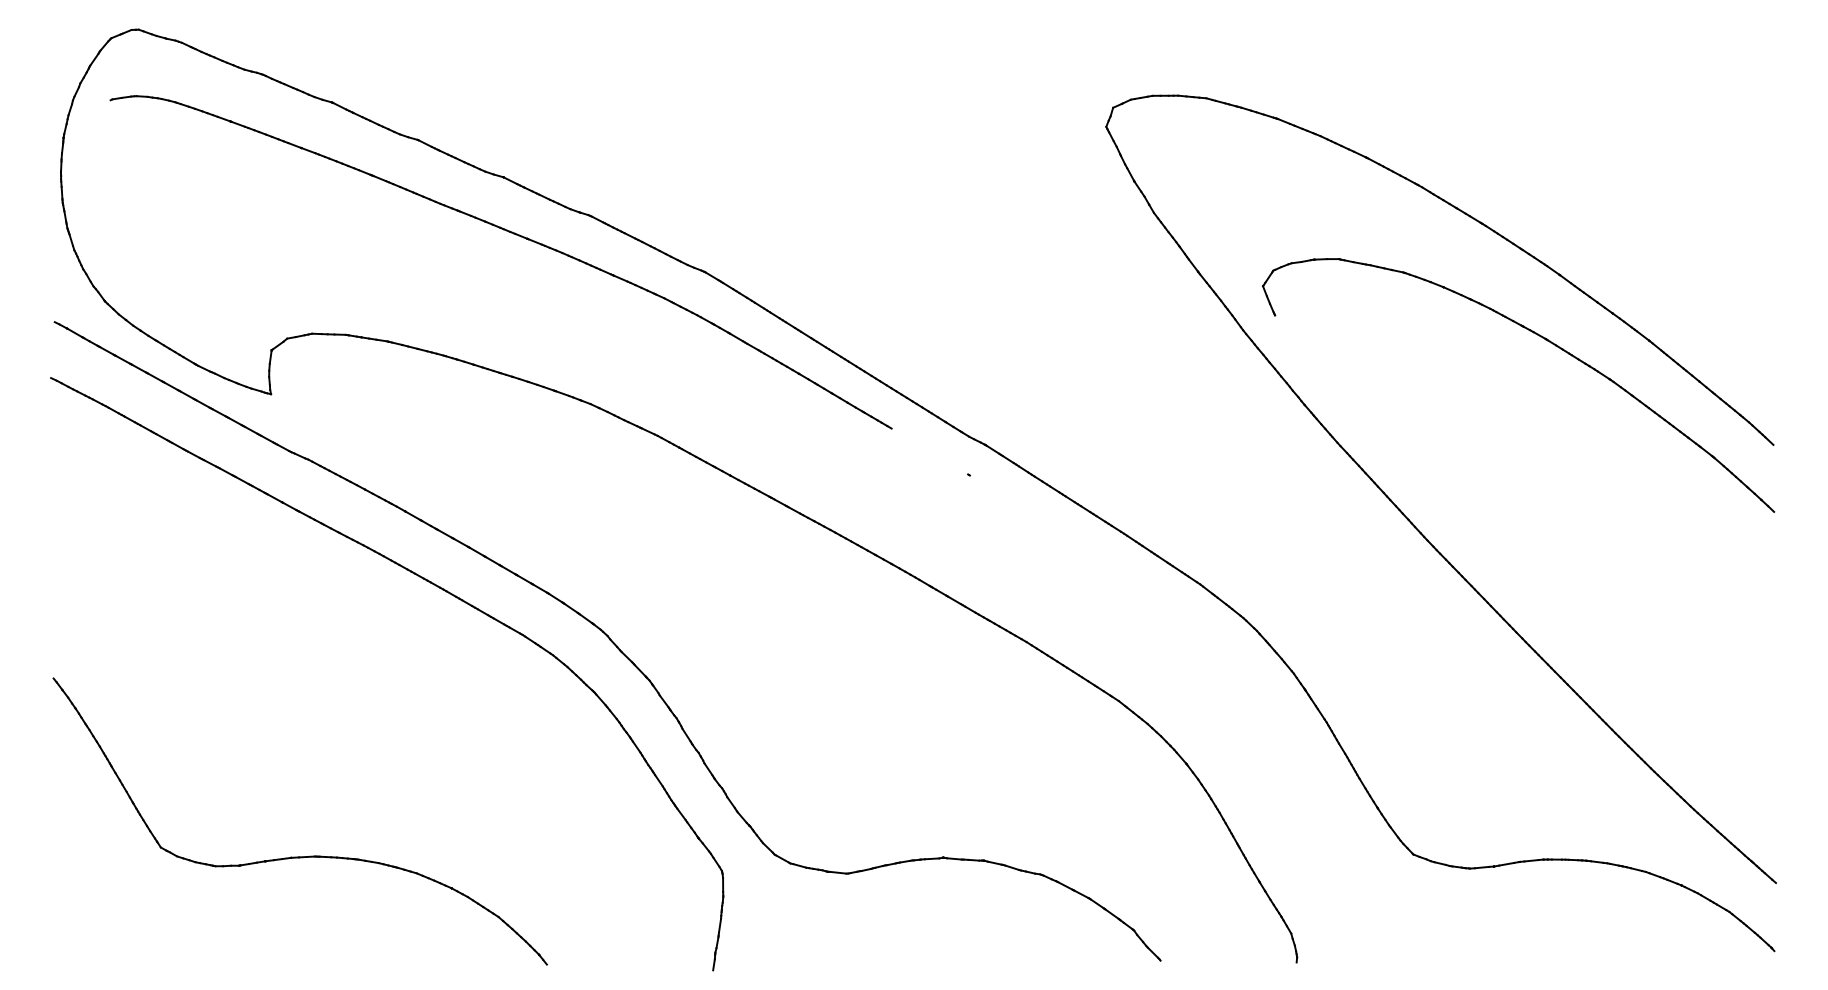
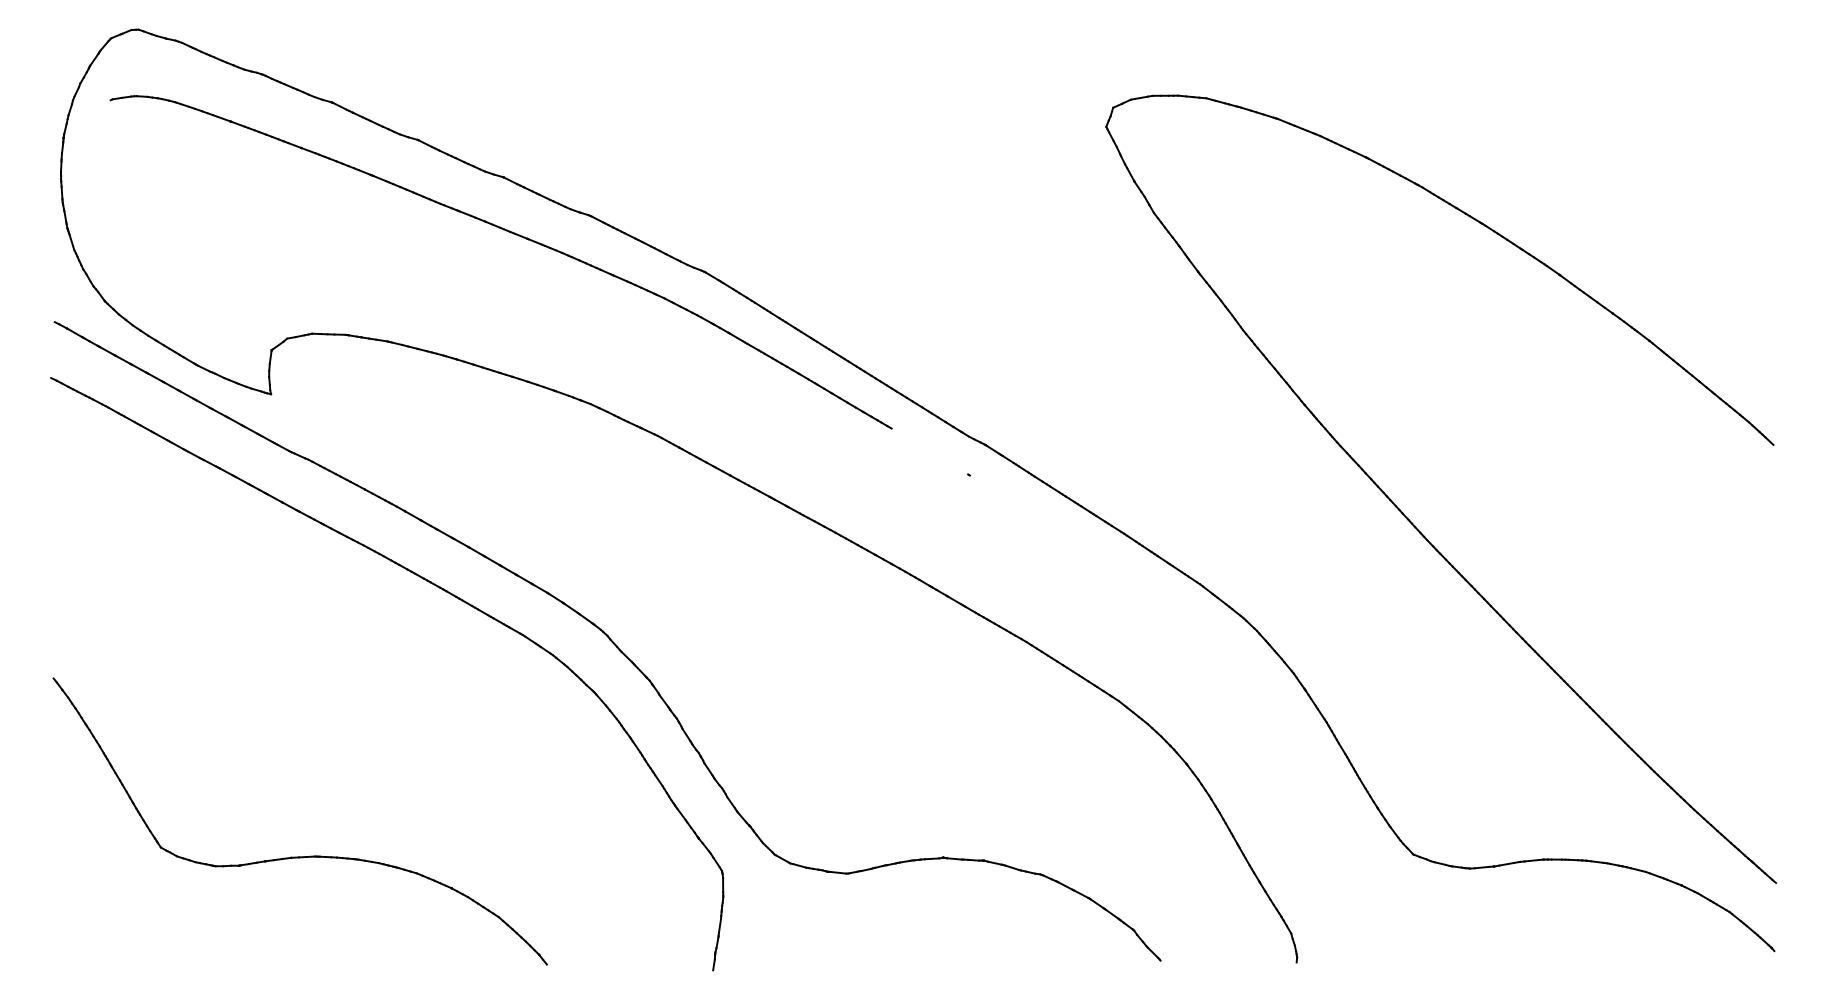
part at (1545, 340): present -> none
